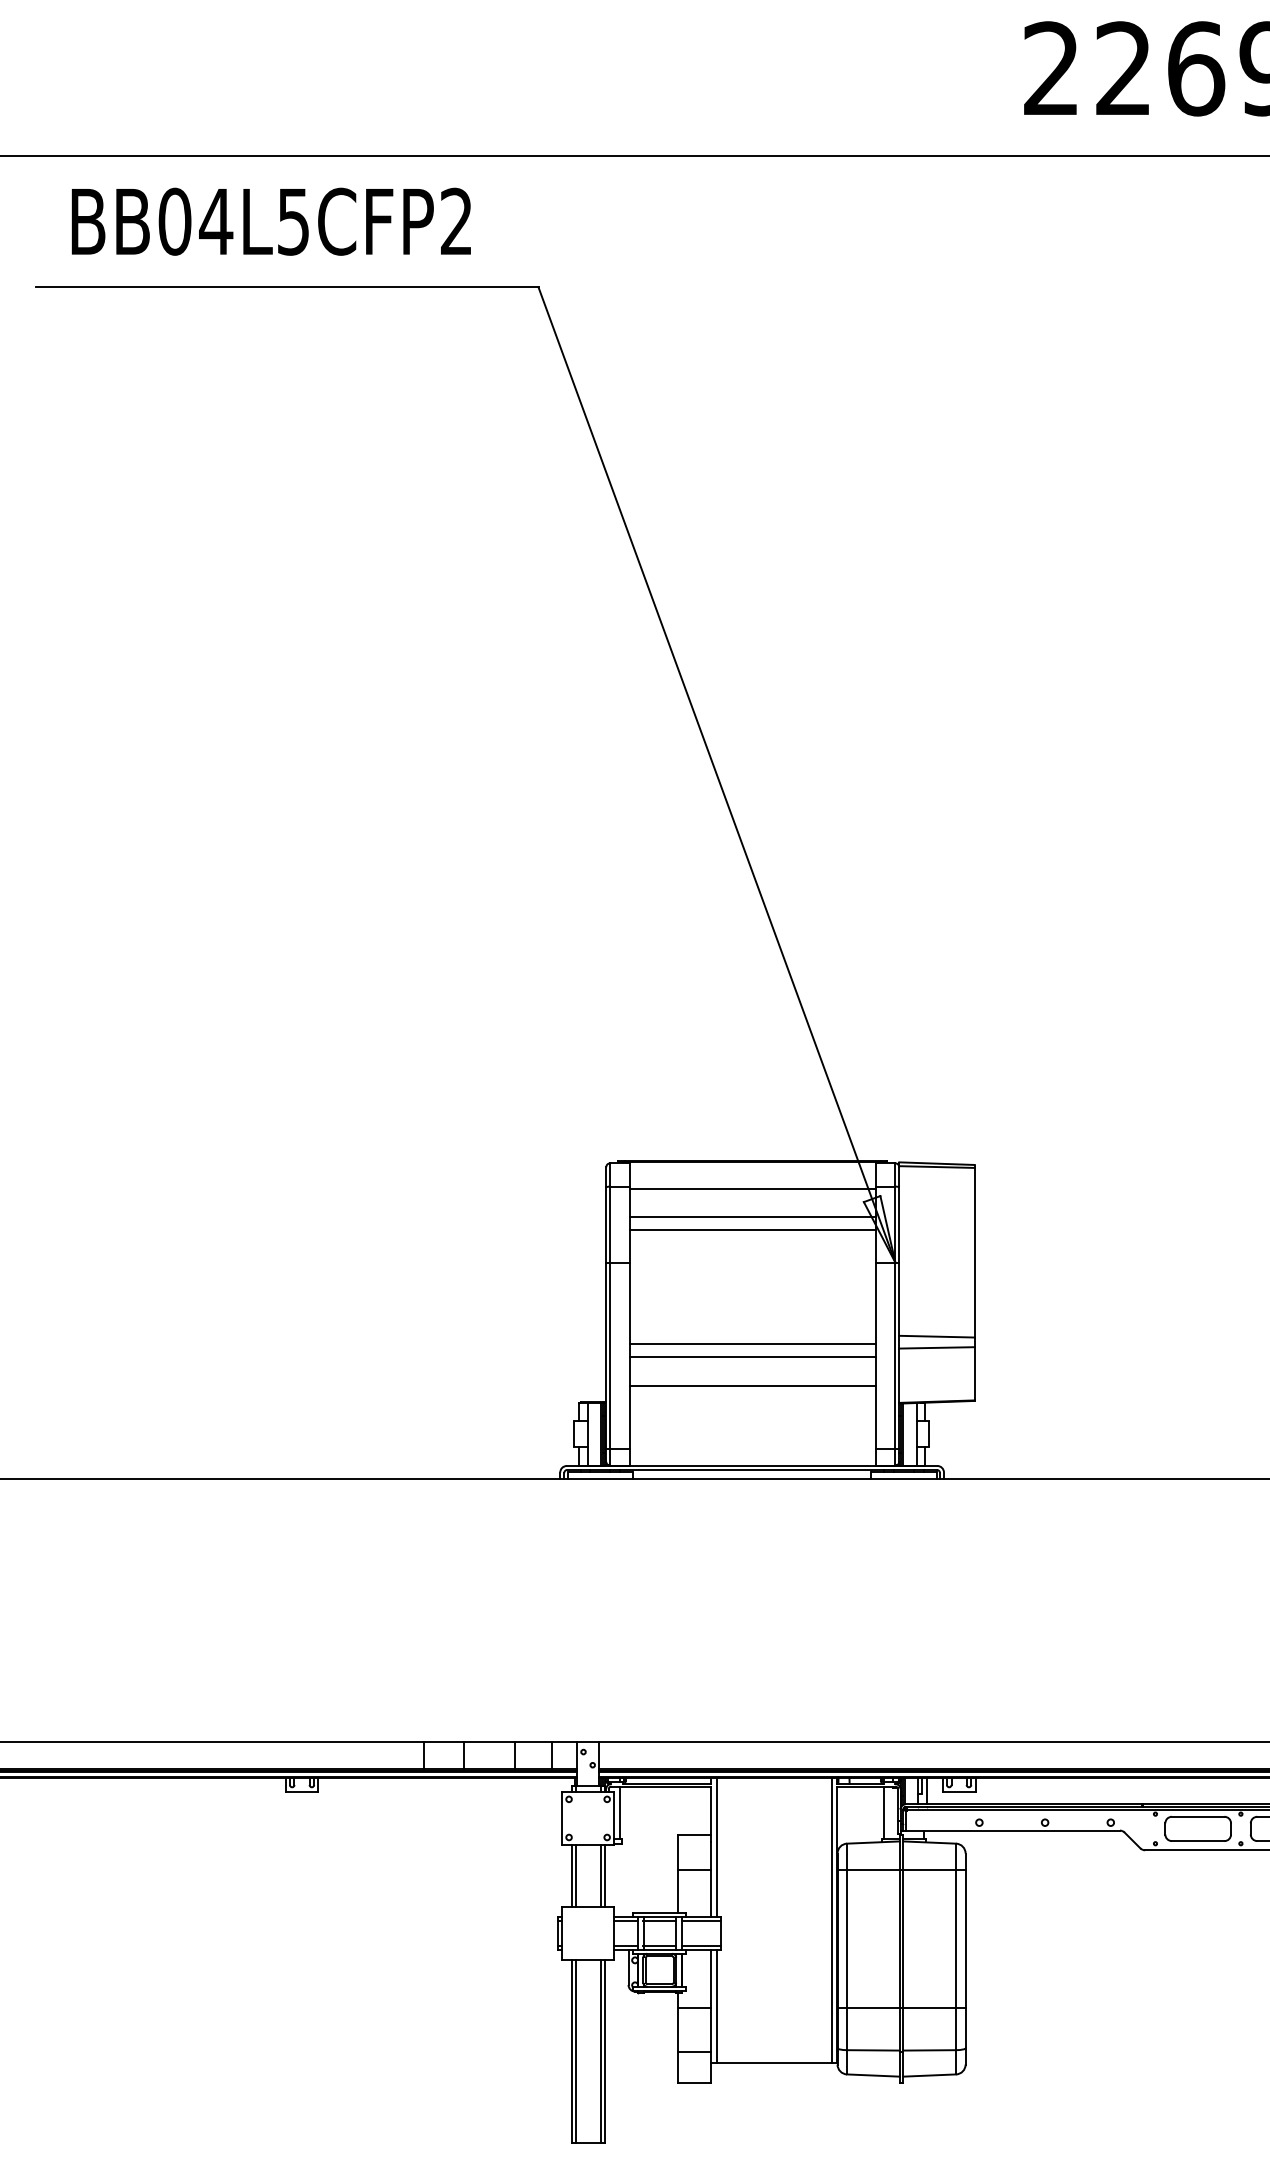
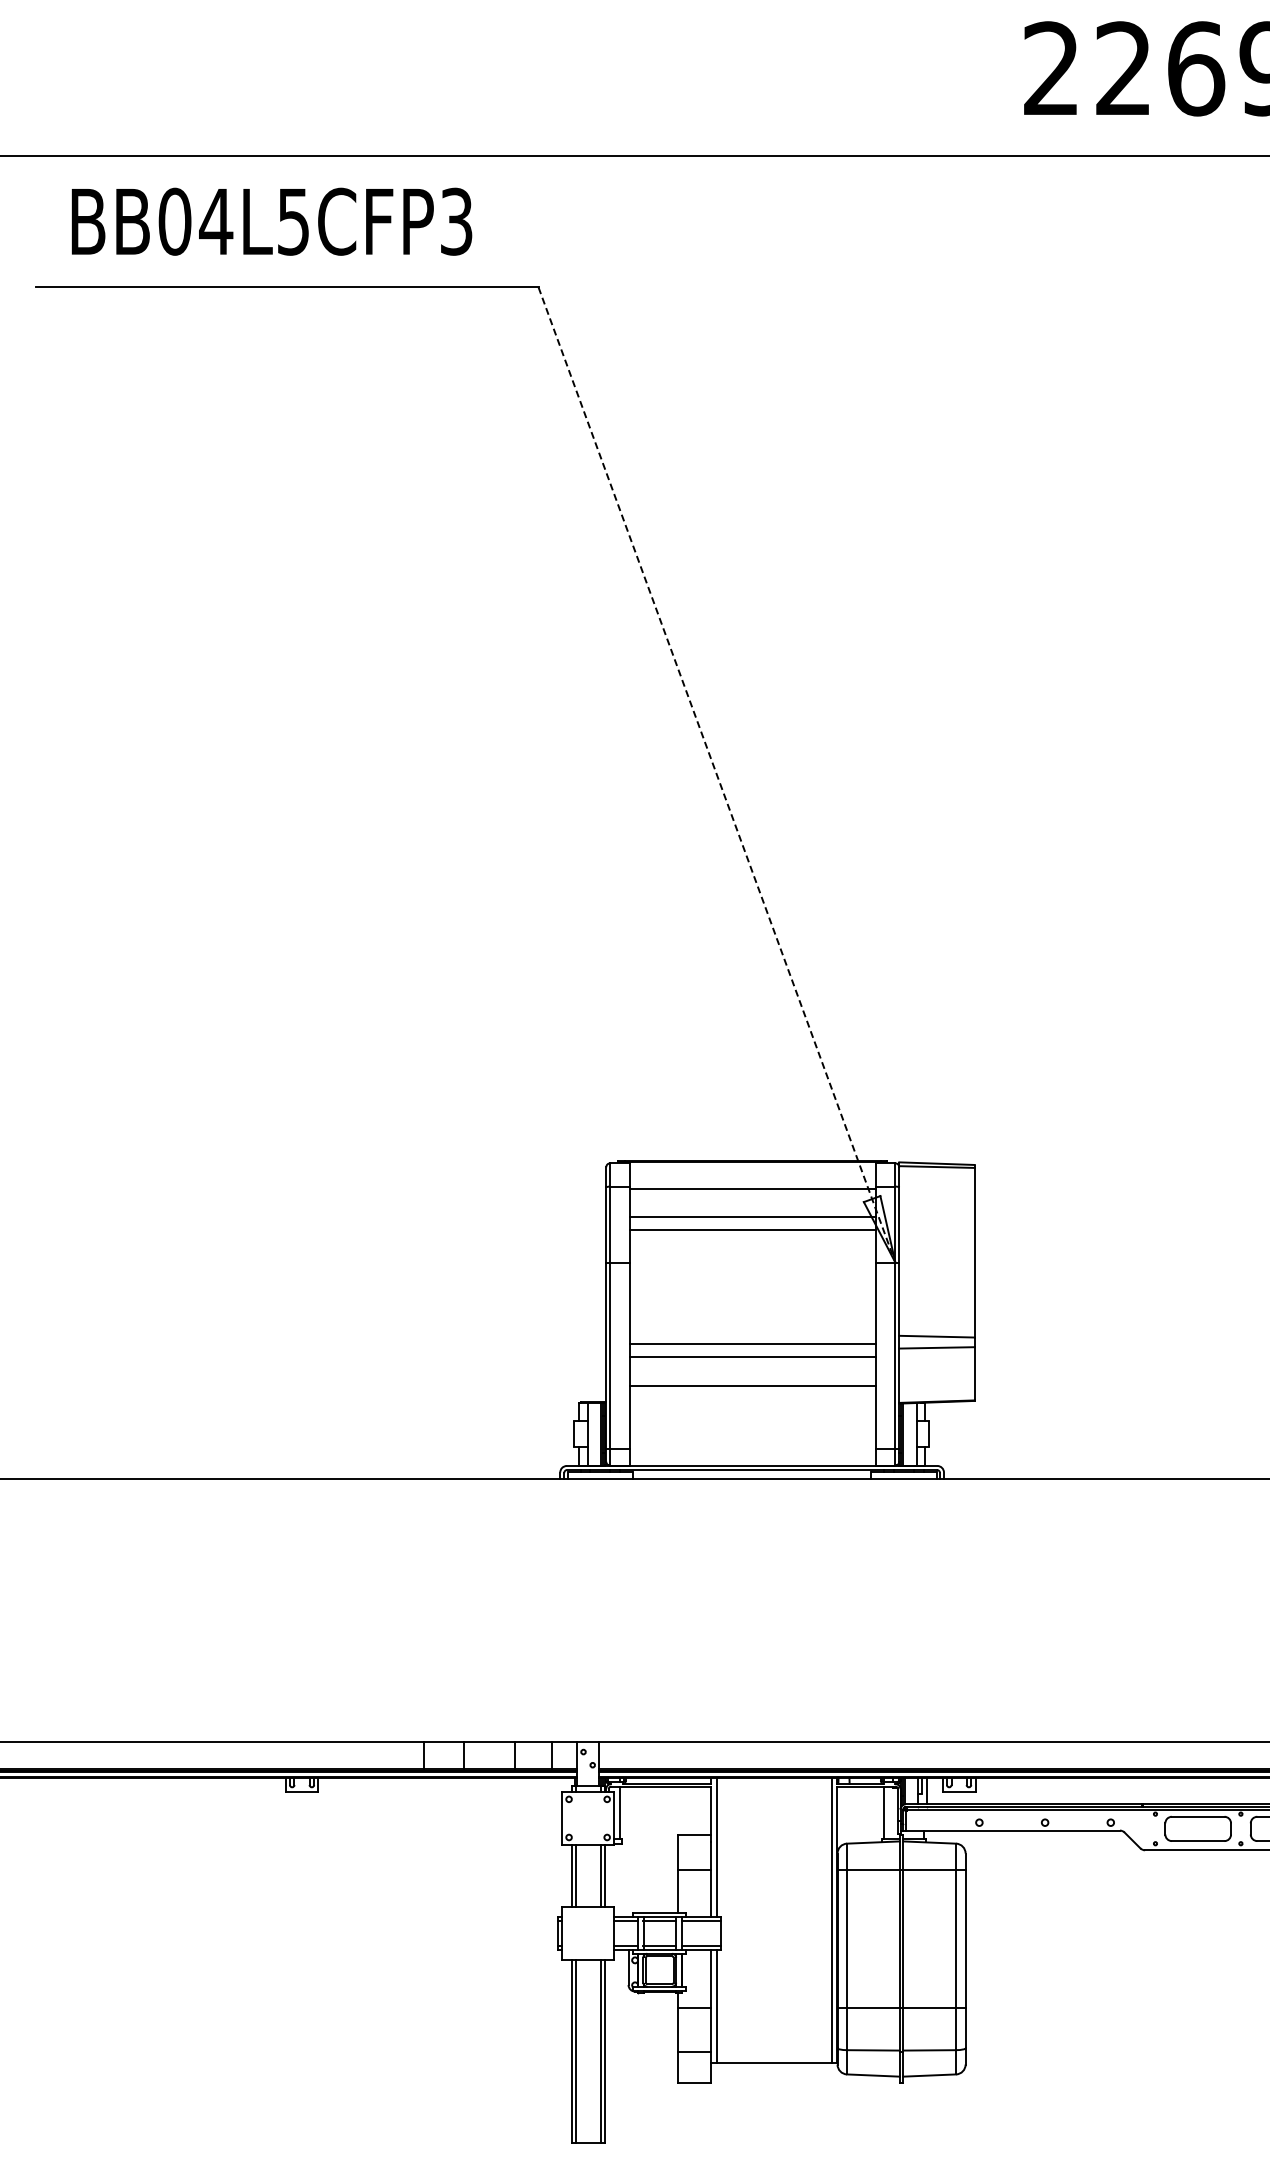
text at (456, 221): BB04L5CFP2 -> BB04L5CFP3
line at (717, 775): solid -> dashed
